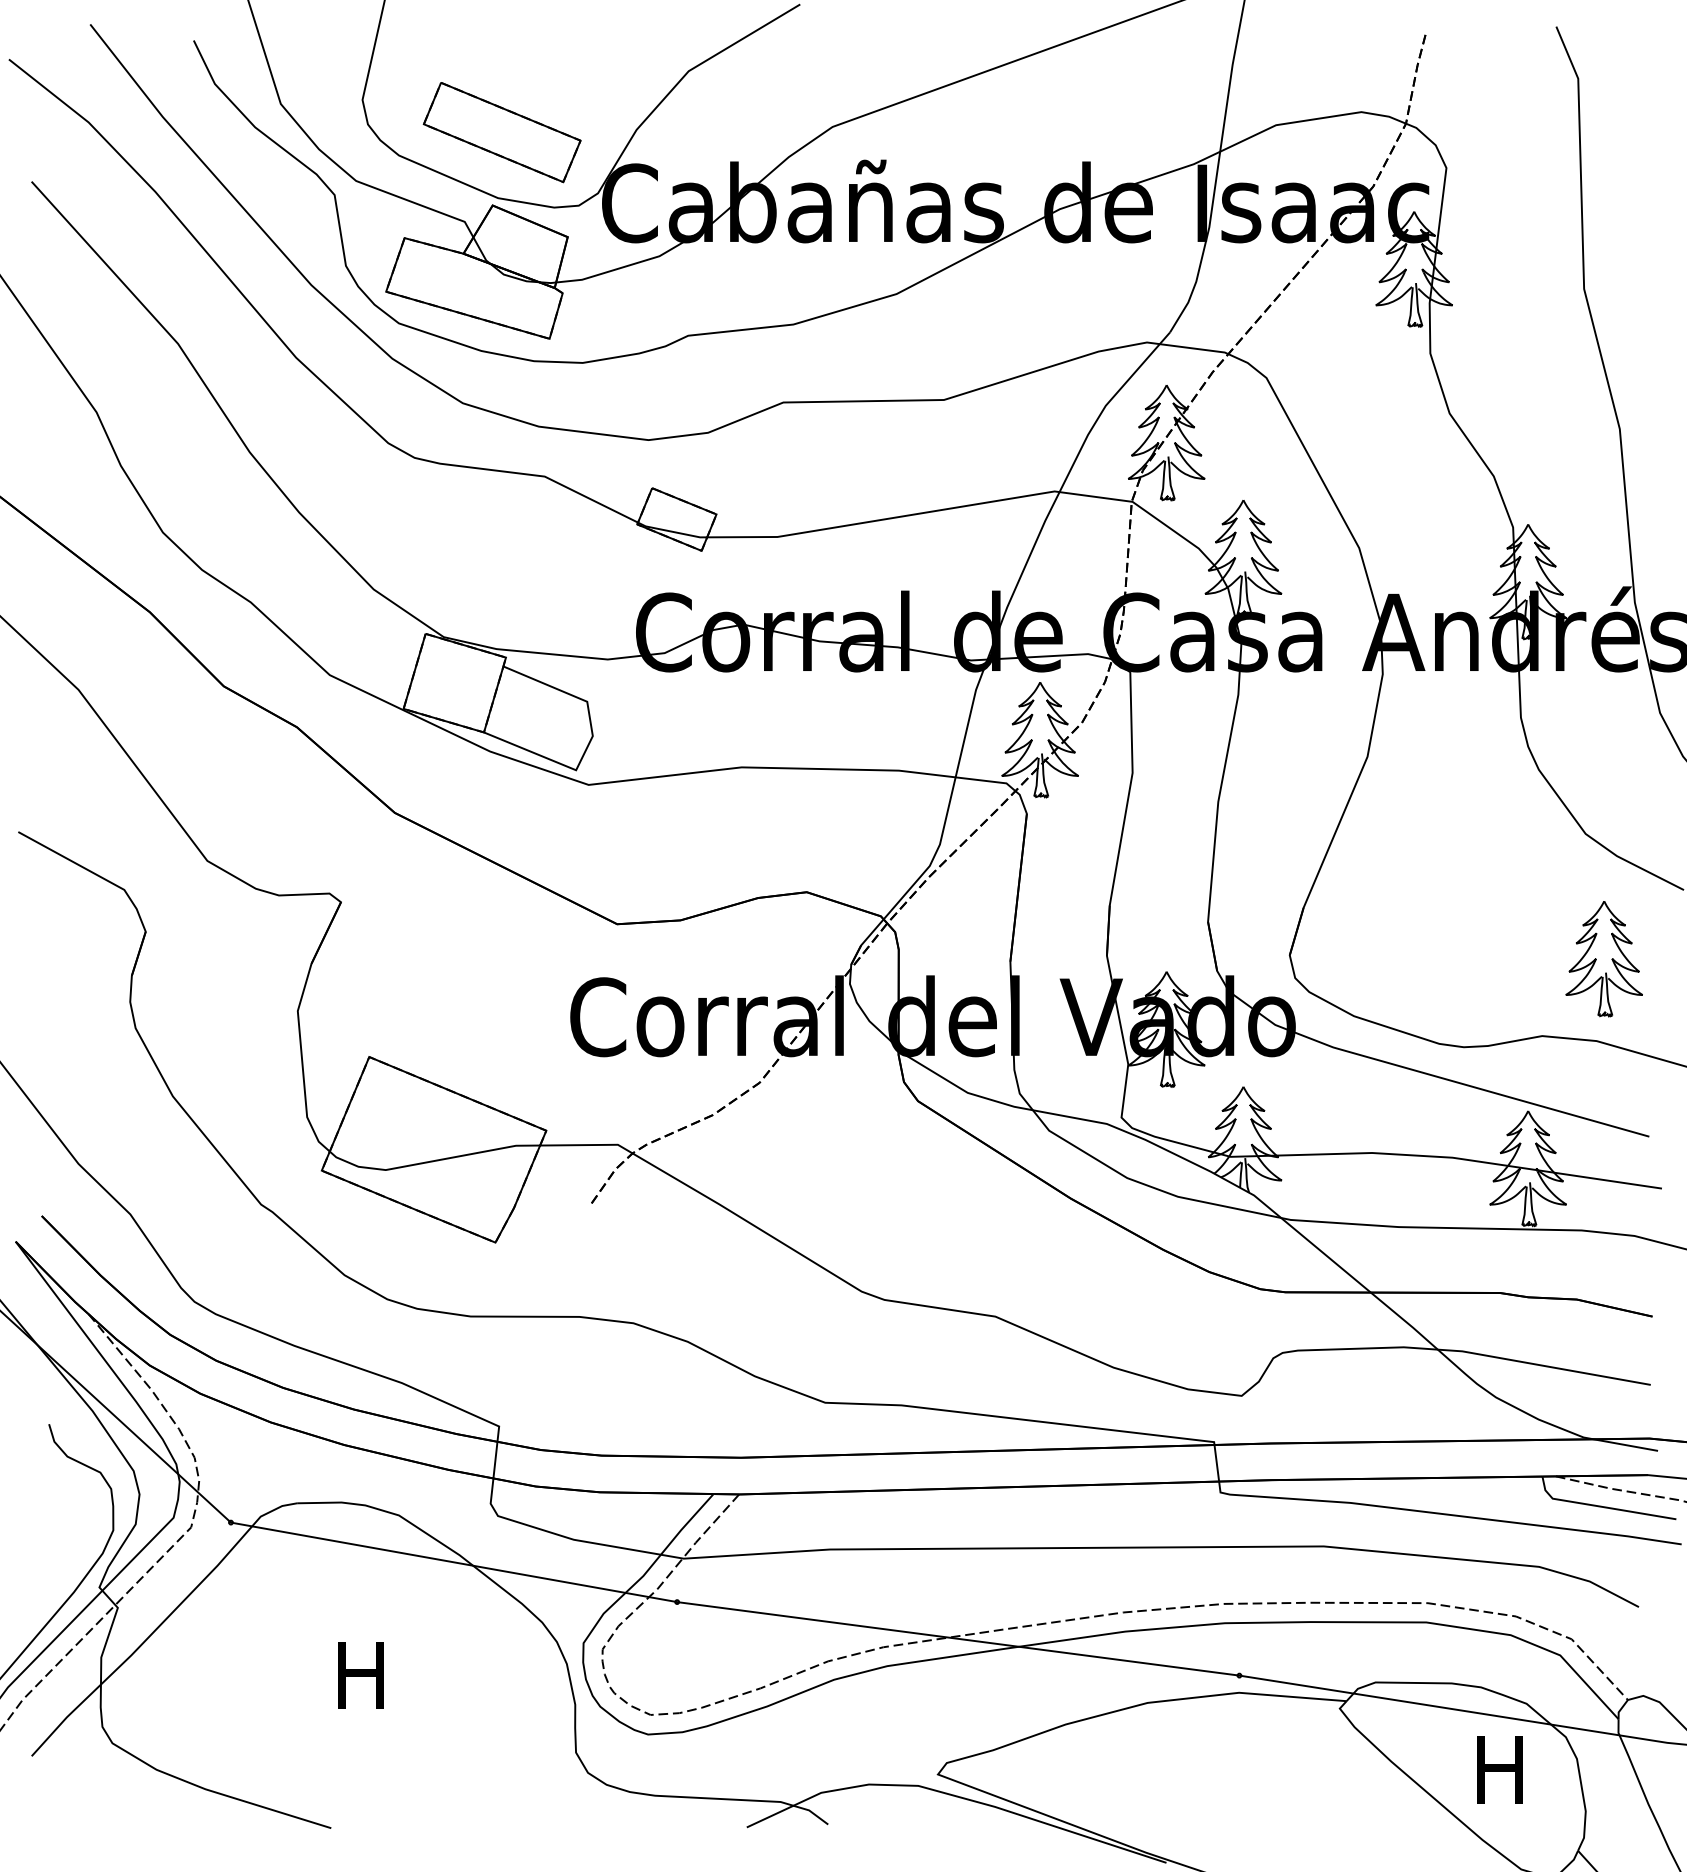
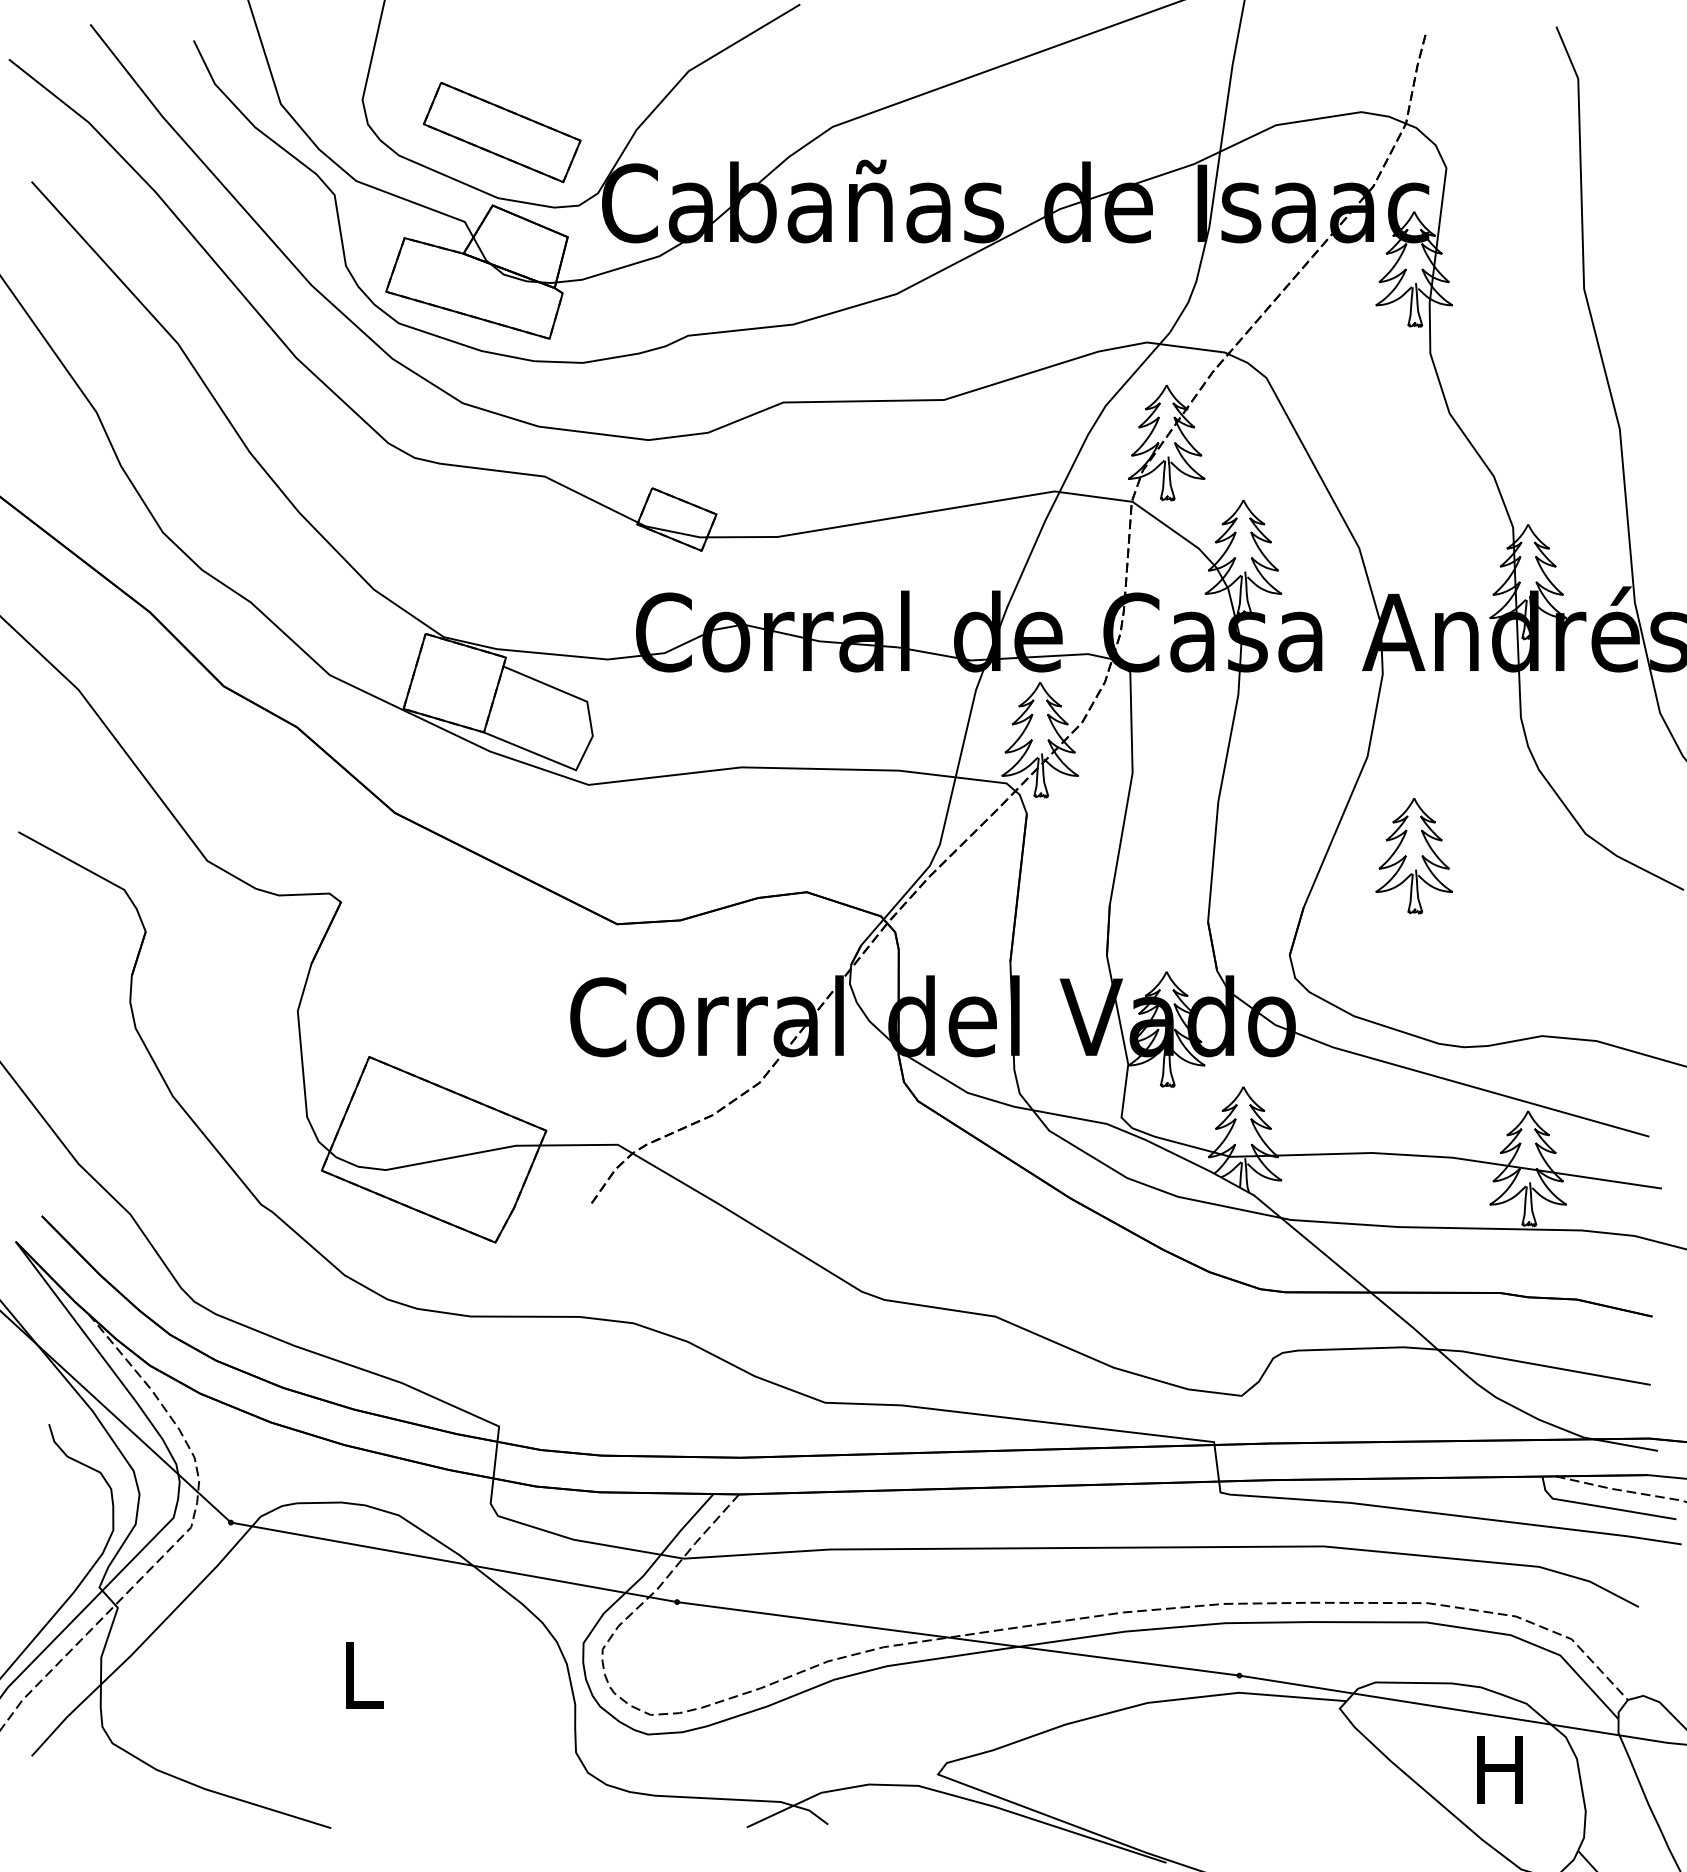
part at (1603, 959) position: (1603, 959) -> (1413, 856)
text at (360, 1675): H -> L
